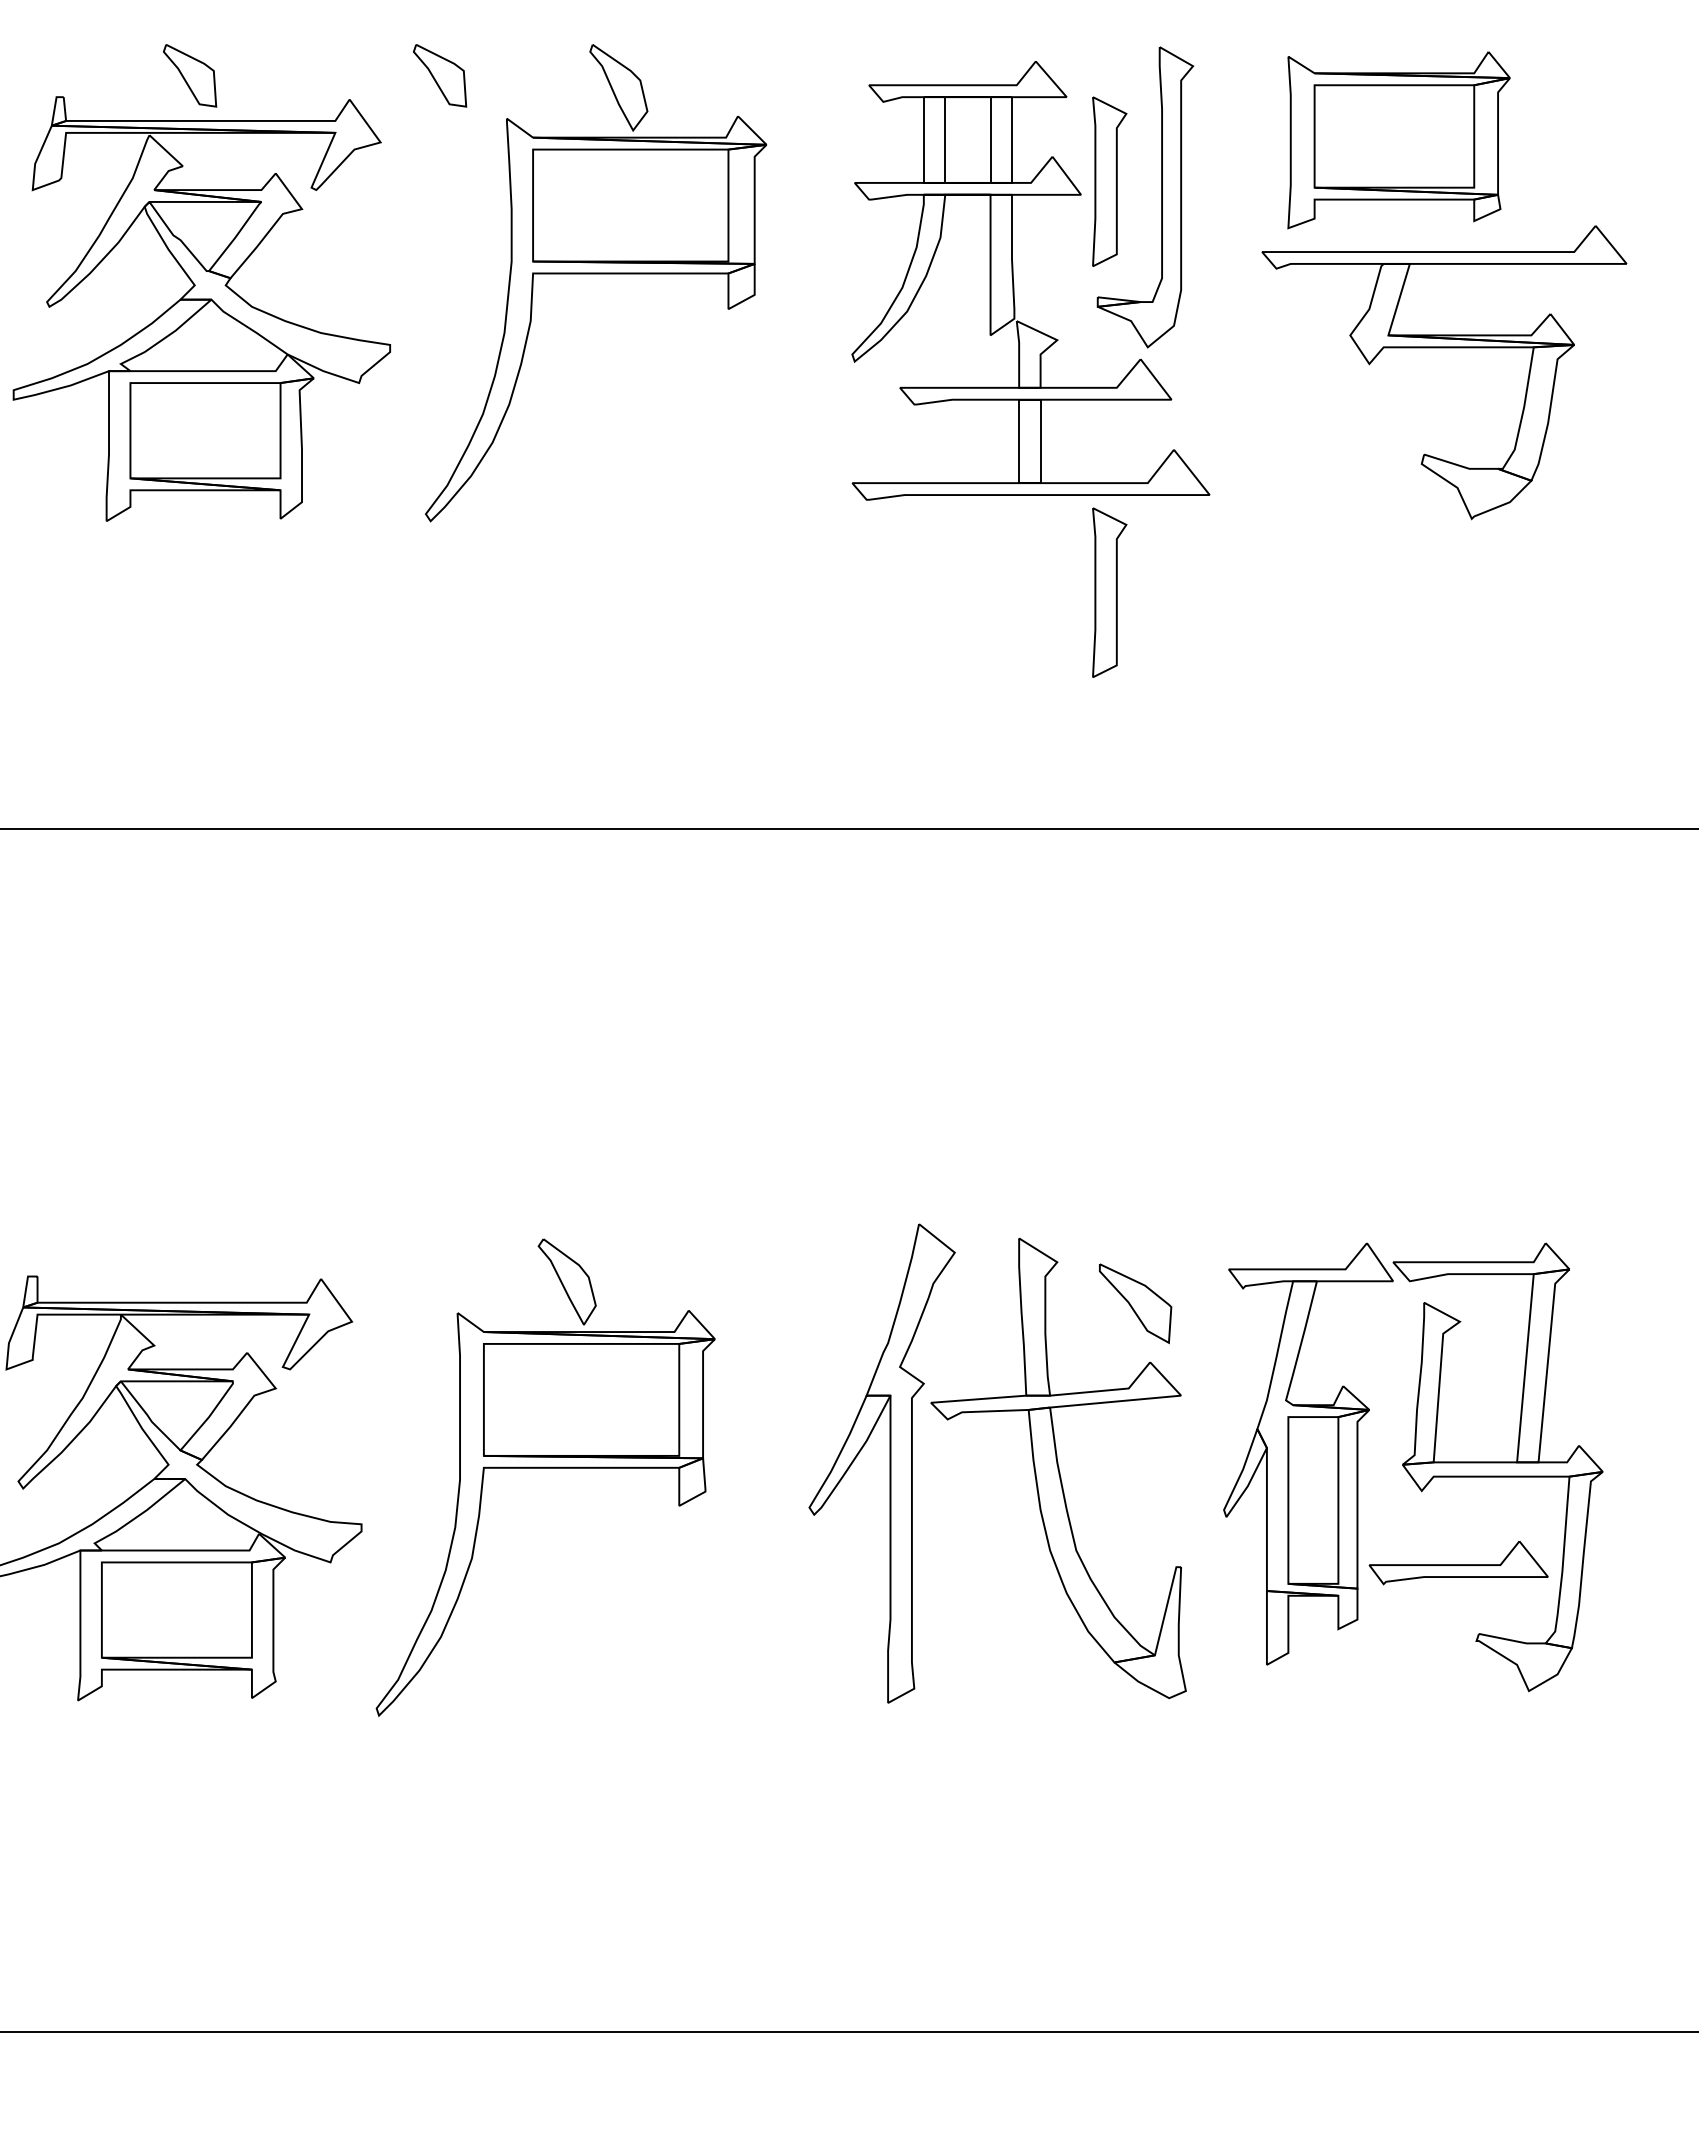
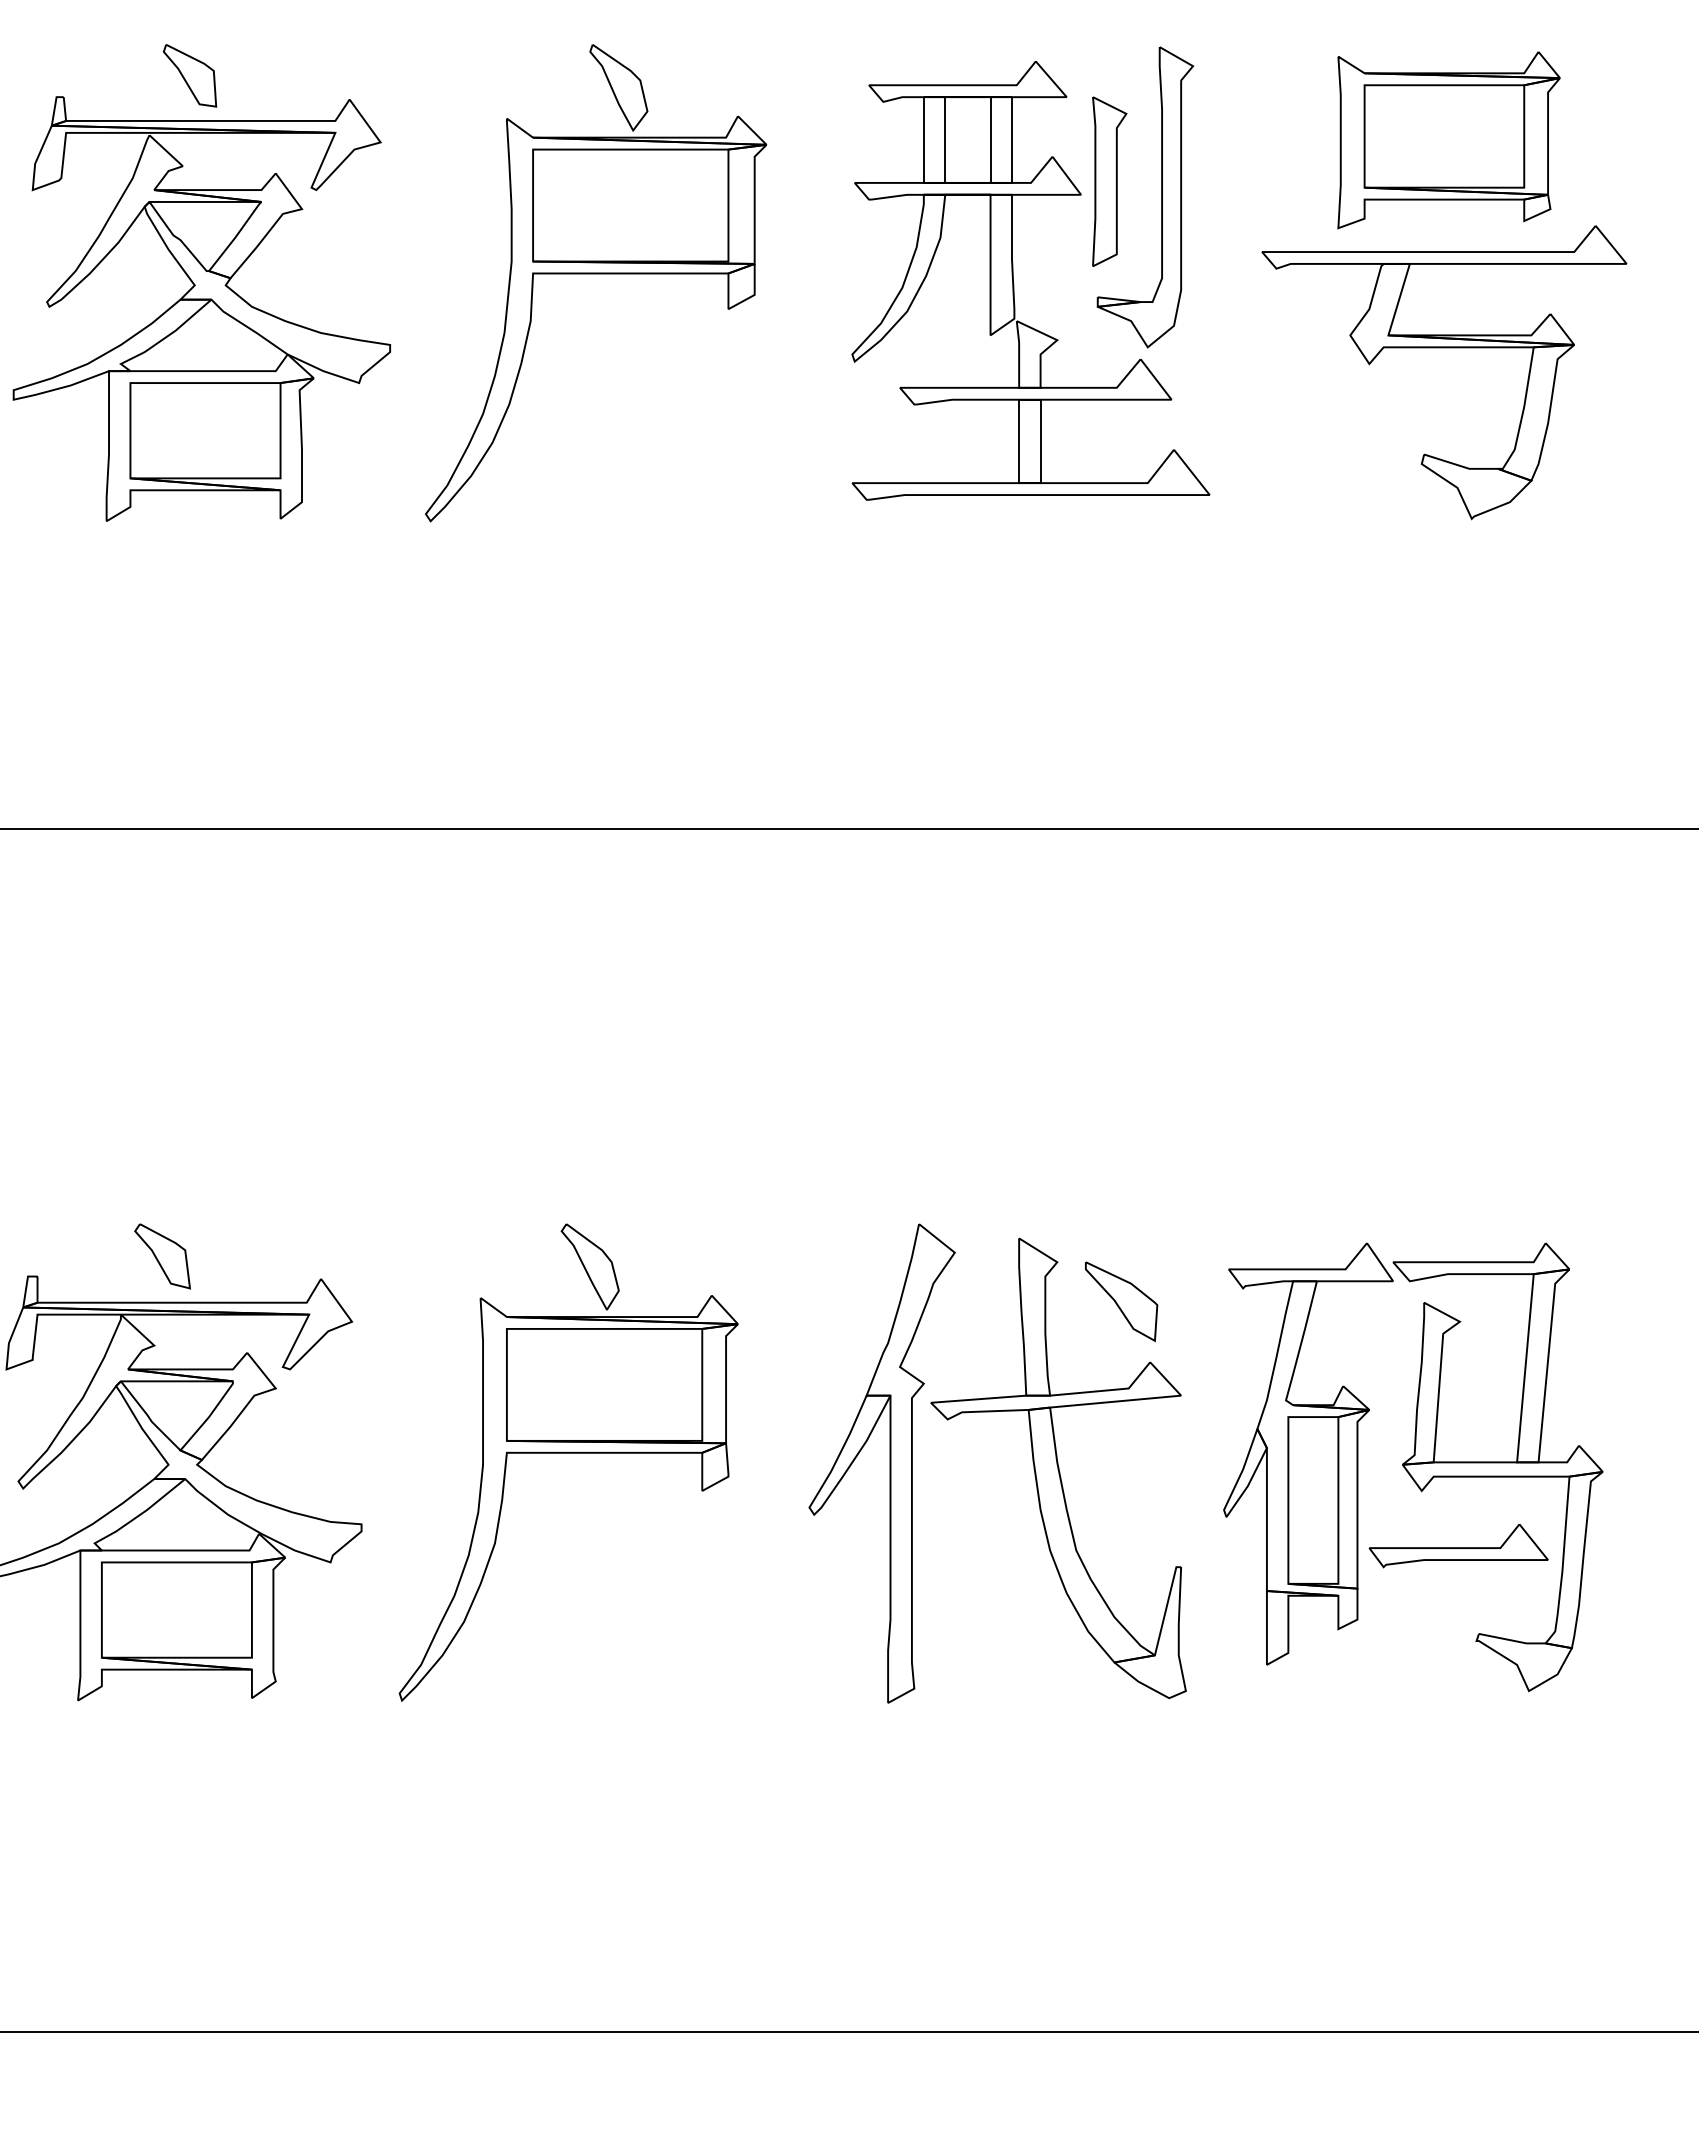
part at (440, 75): present -> none
part at (1398, 140) position: (1398, 140) -> (1448, 140)
part at (1109, 592): present -> none
part at (162, 1256): none -> present
part at (1135, 1303) position: (1135, 1303) -> (1121, 1301)
part at (545, 1468) position: (545, 1468) -> (568, 1453)
part at (1458, 1563) position: (1458, 1563) -> (1458, 1546)
